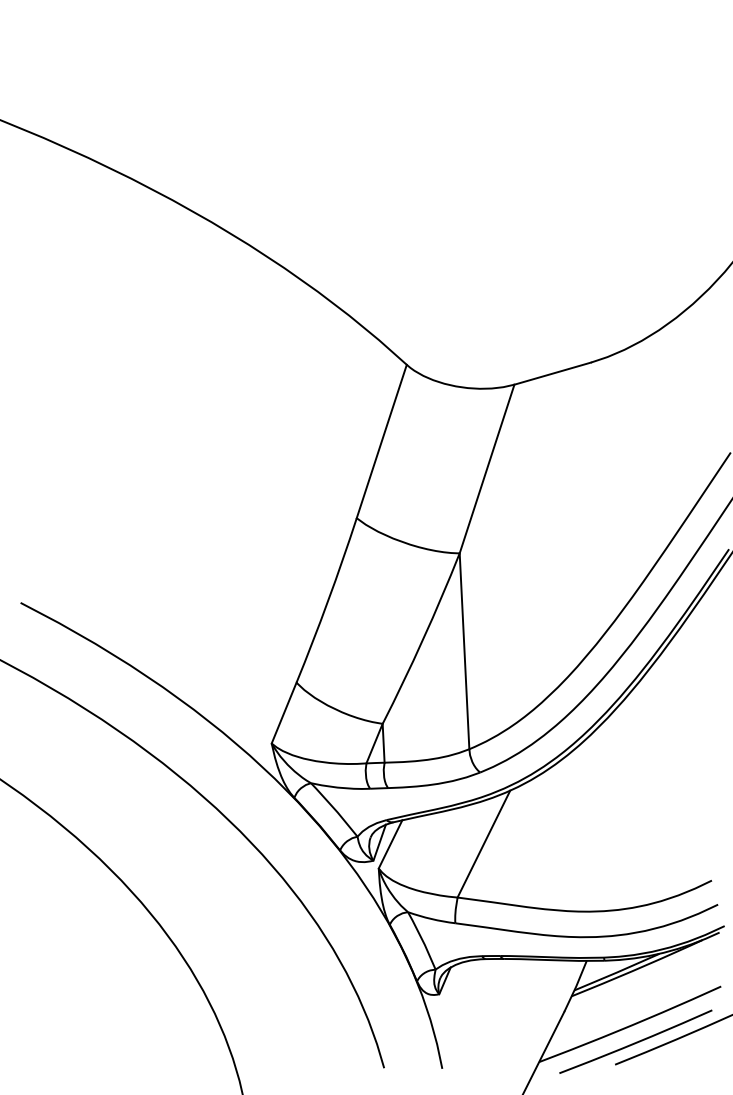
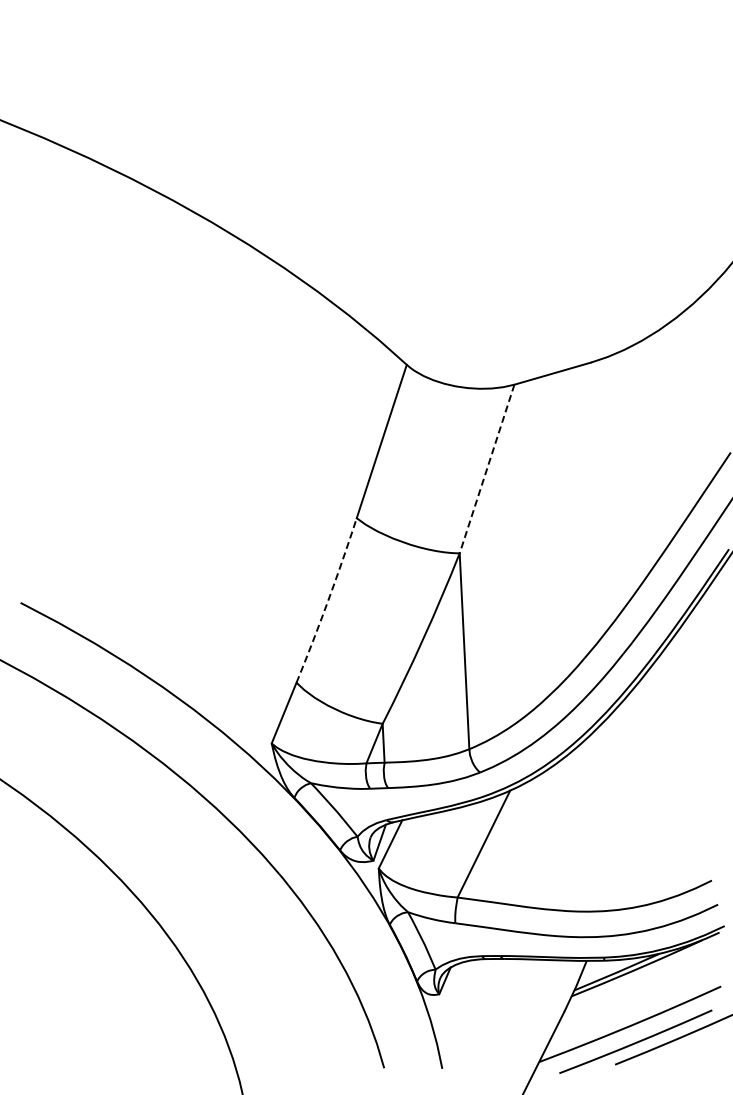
line at (487, 469): solid -> dashed
arc at (328, 601): solid -> dashed
